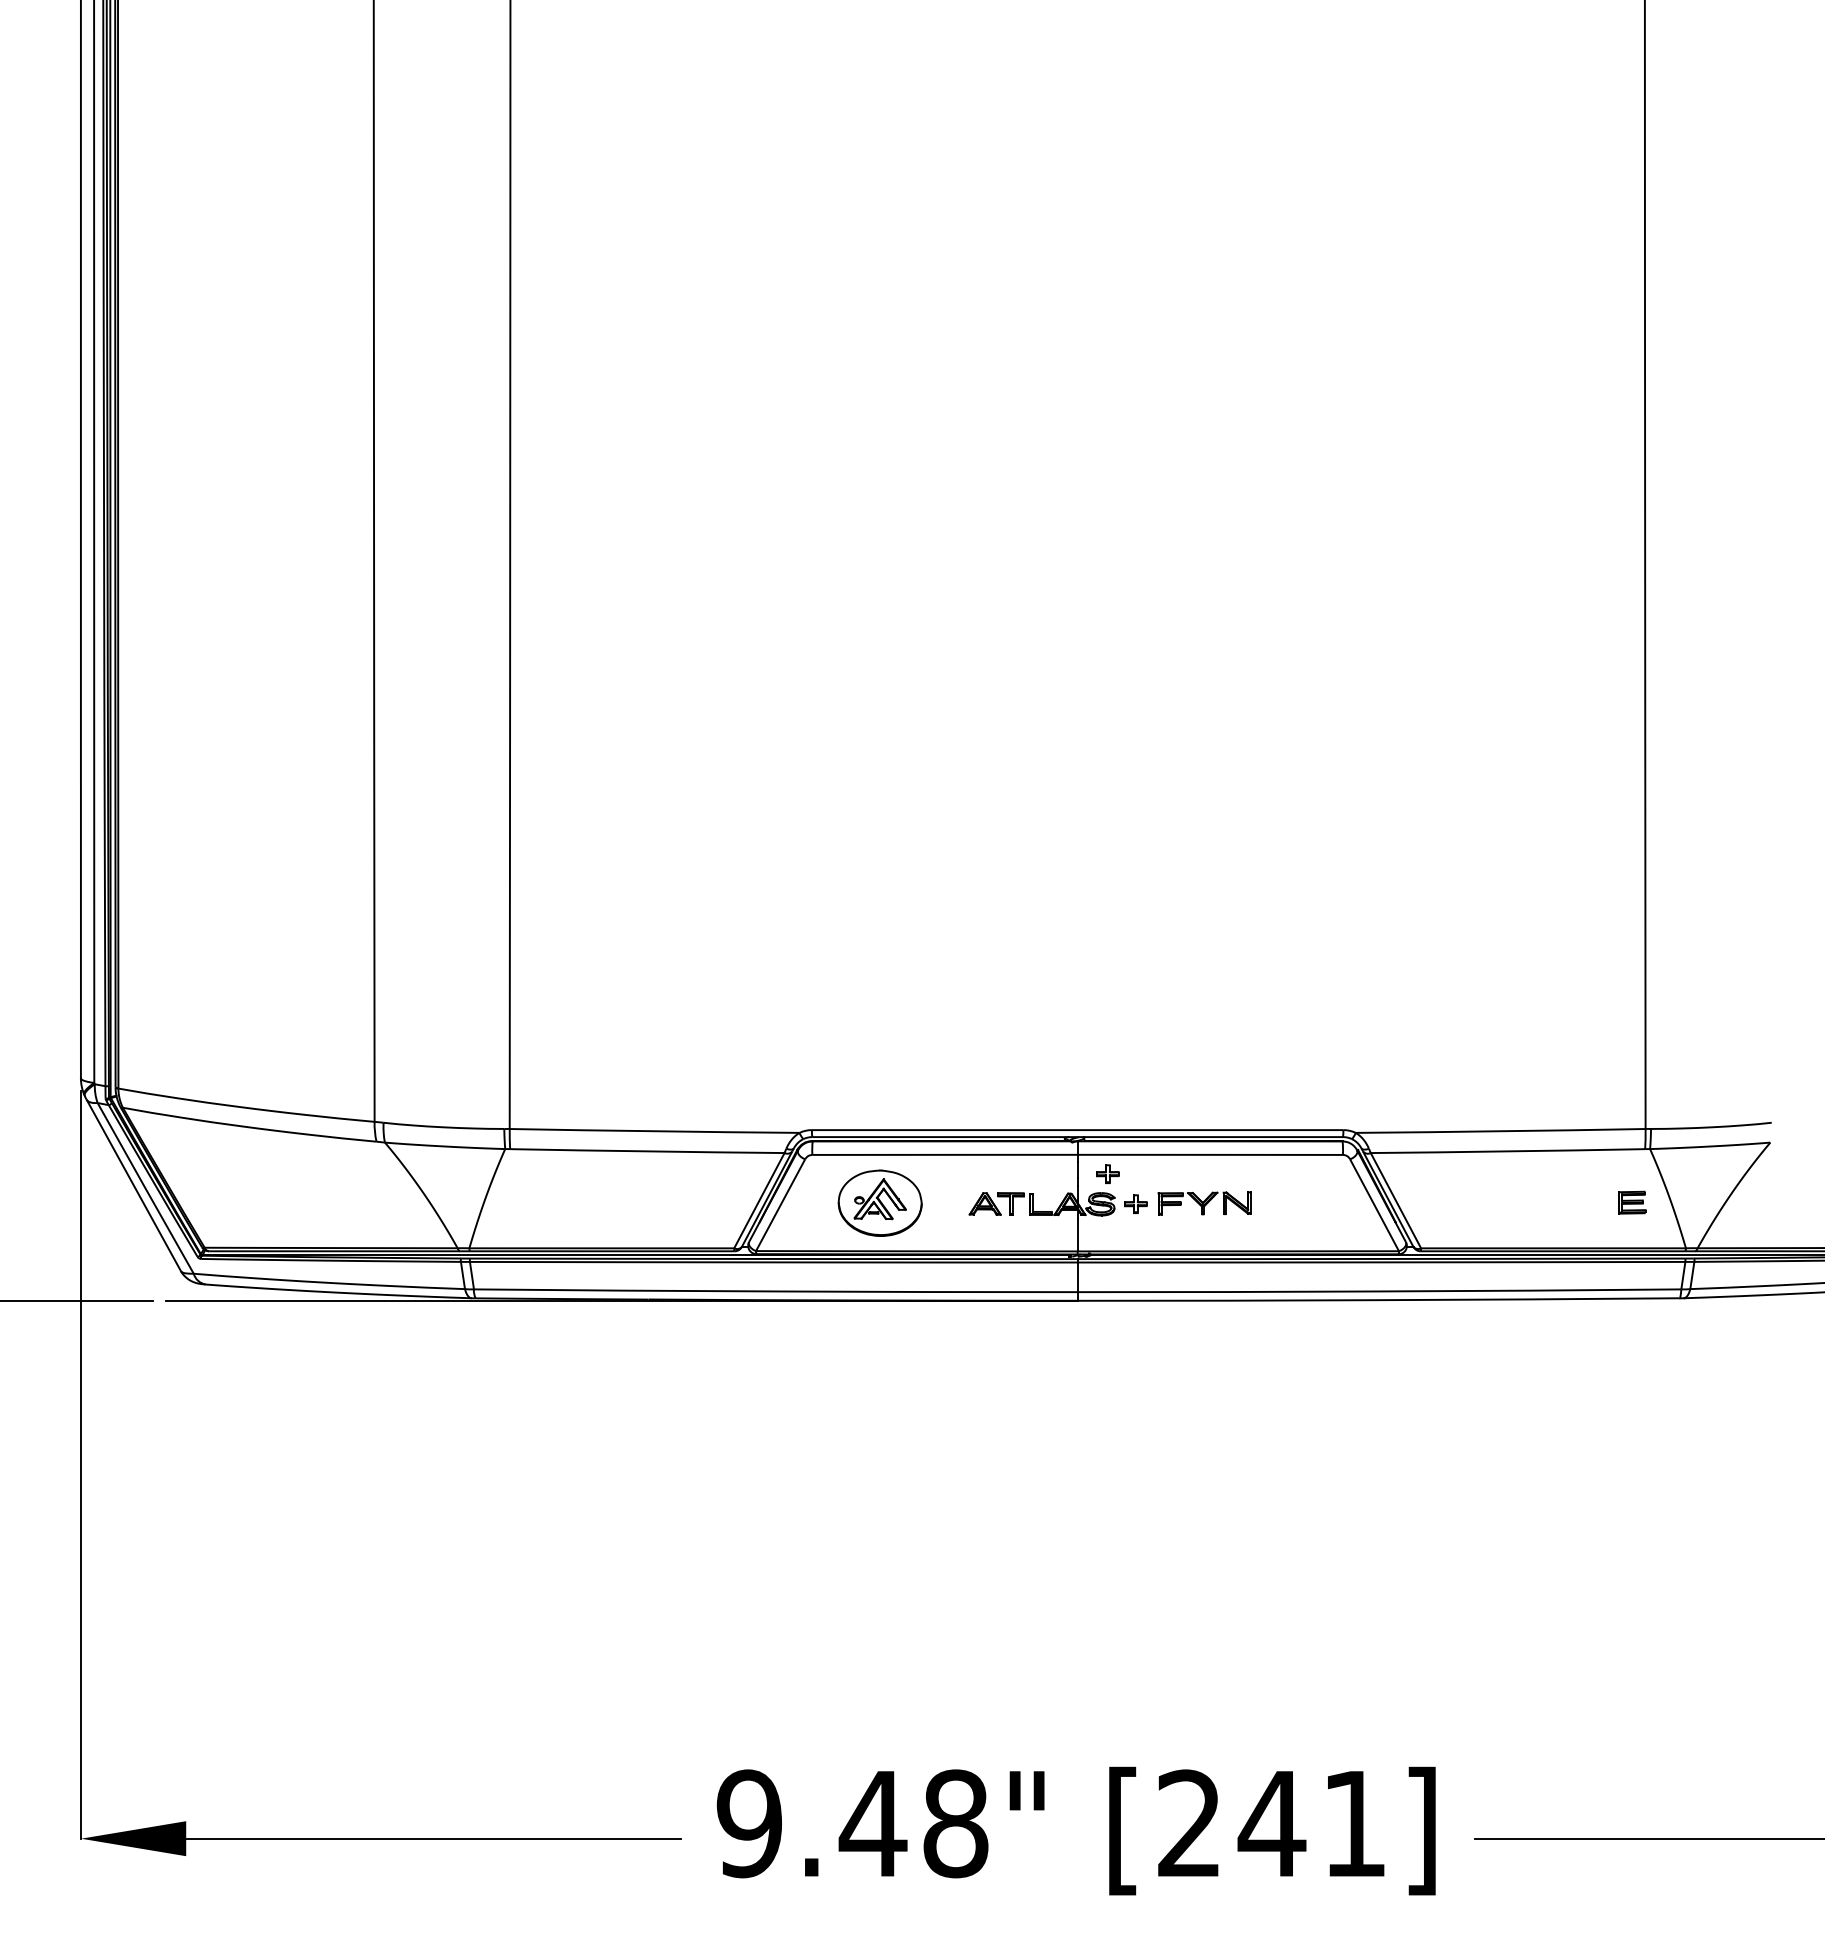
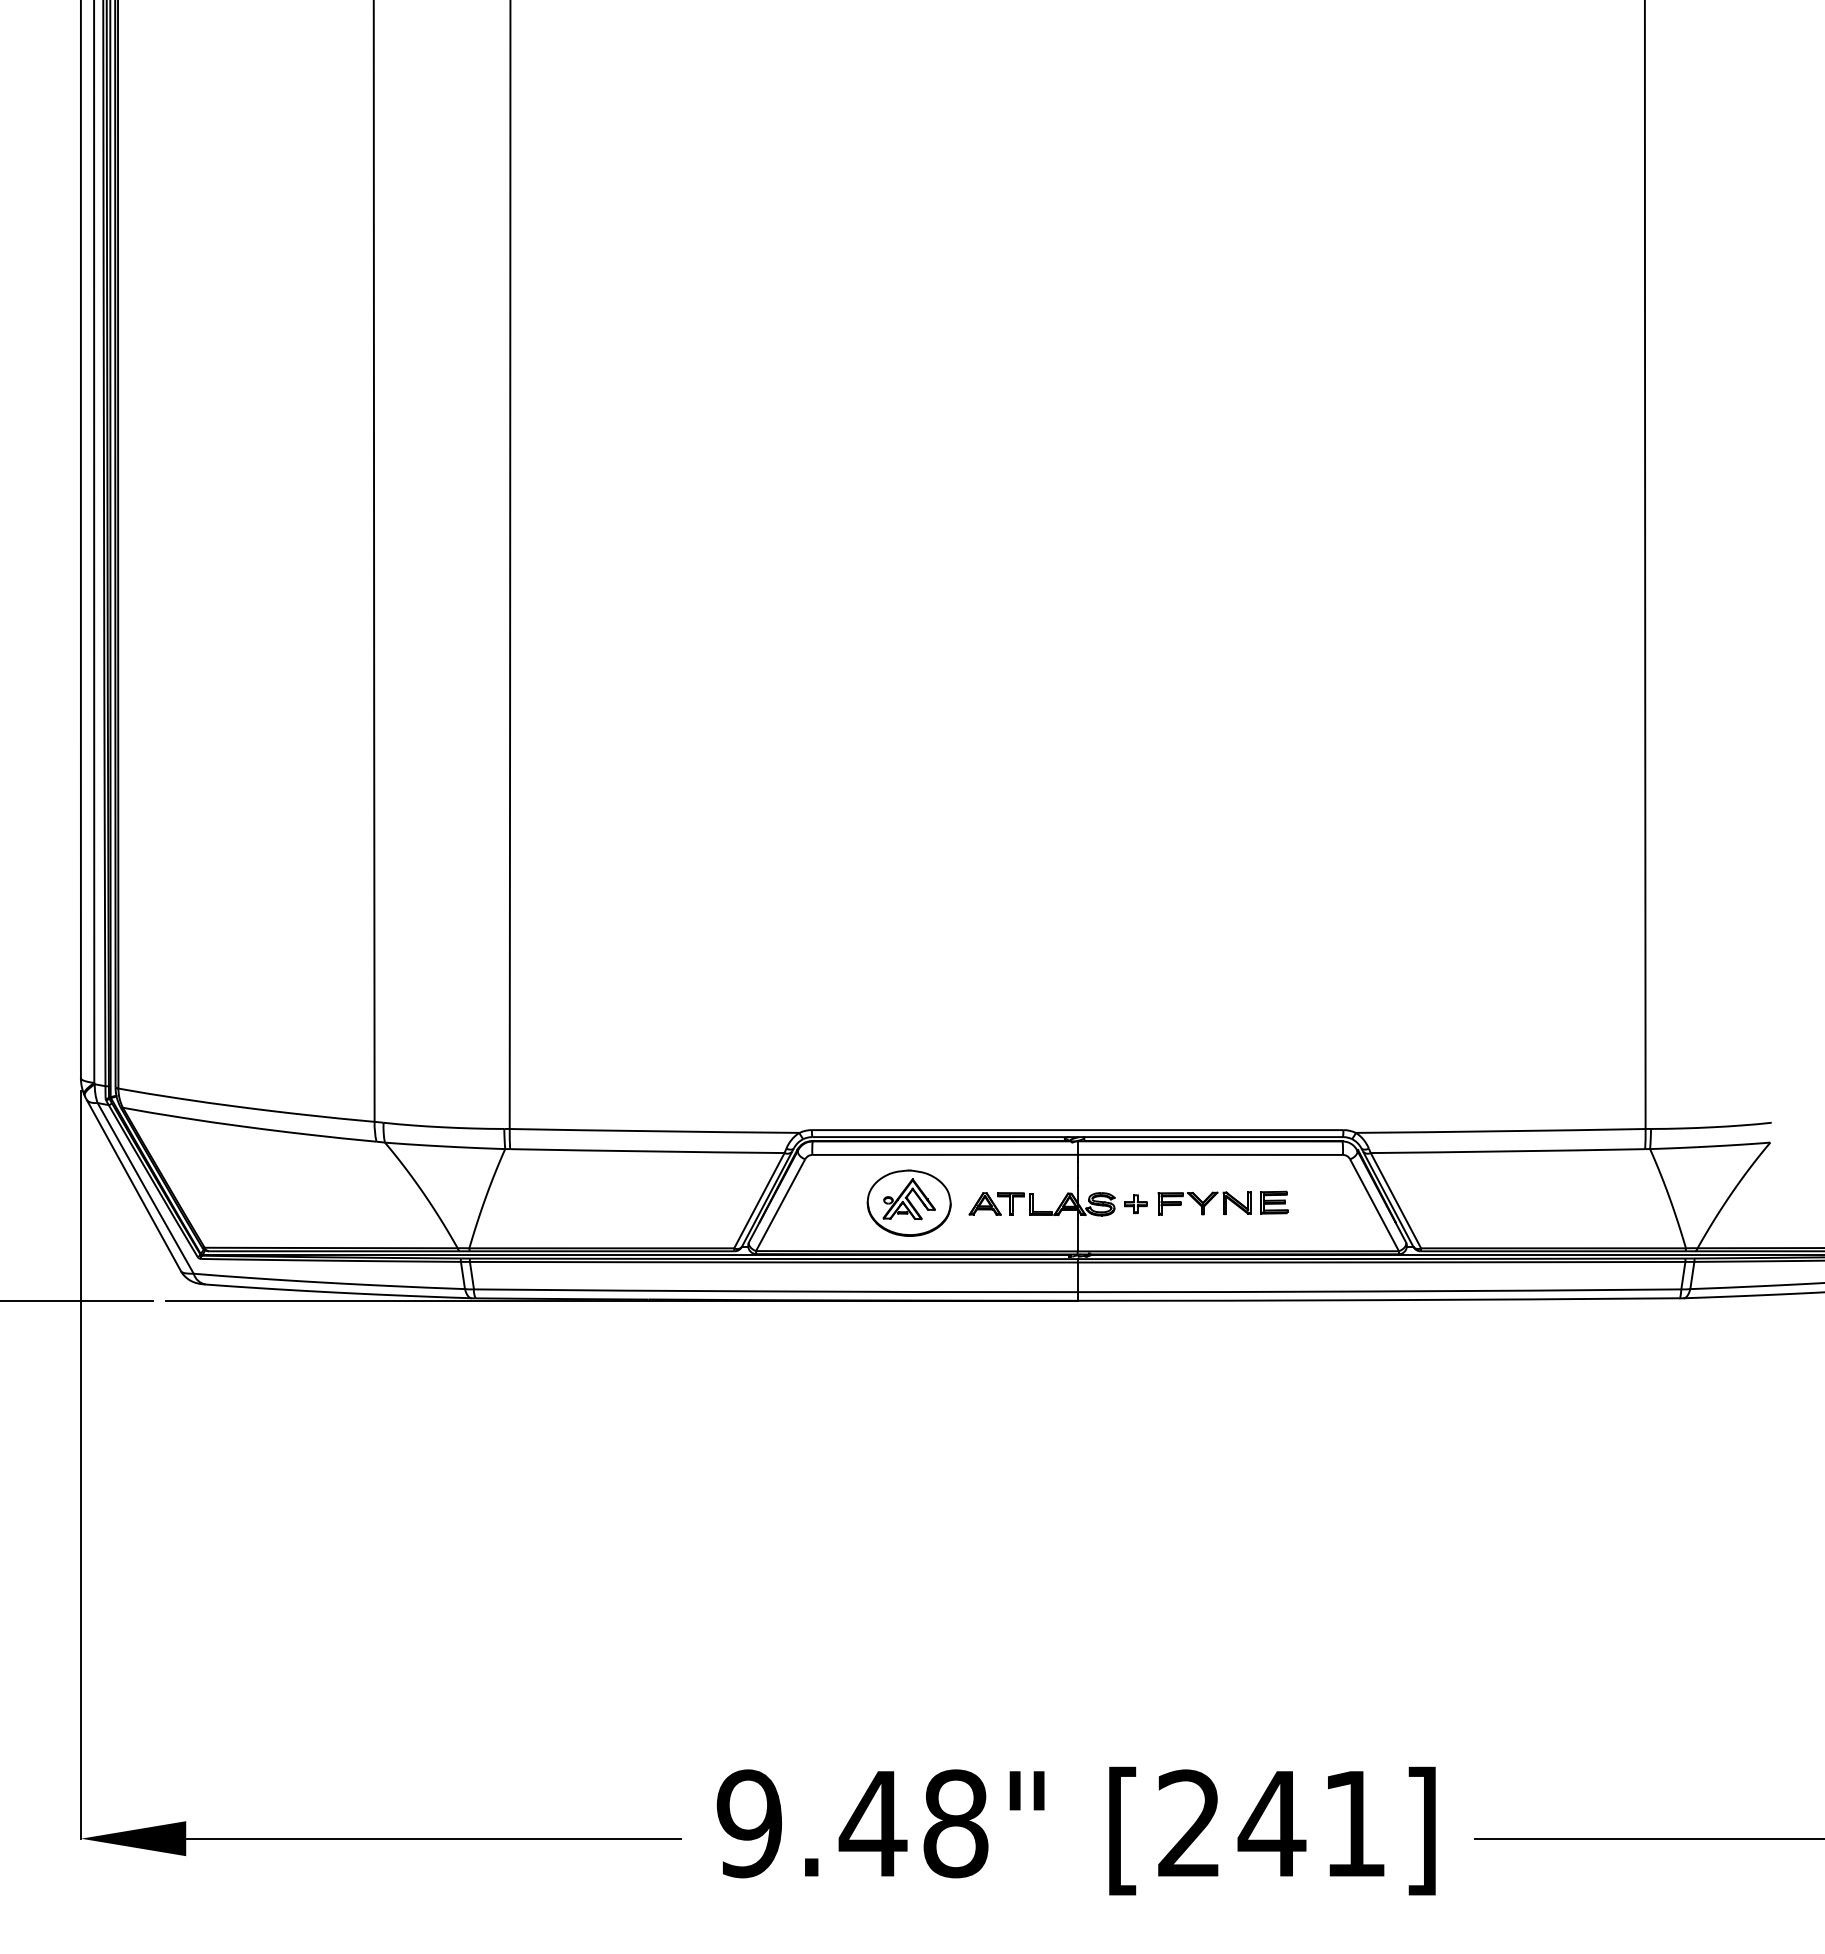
part at (1107, 1173): present -> none
part at (879, 1202) position: (879, 1202) -> (908, 1202)
part at (1632, 1202) position: (1632, 1202) -> (1274, 1202)
